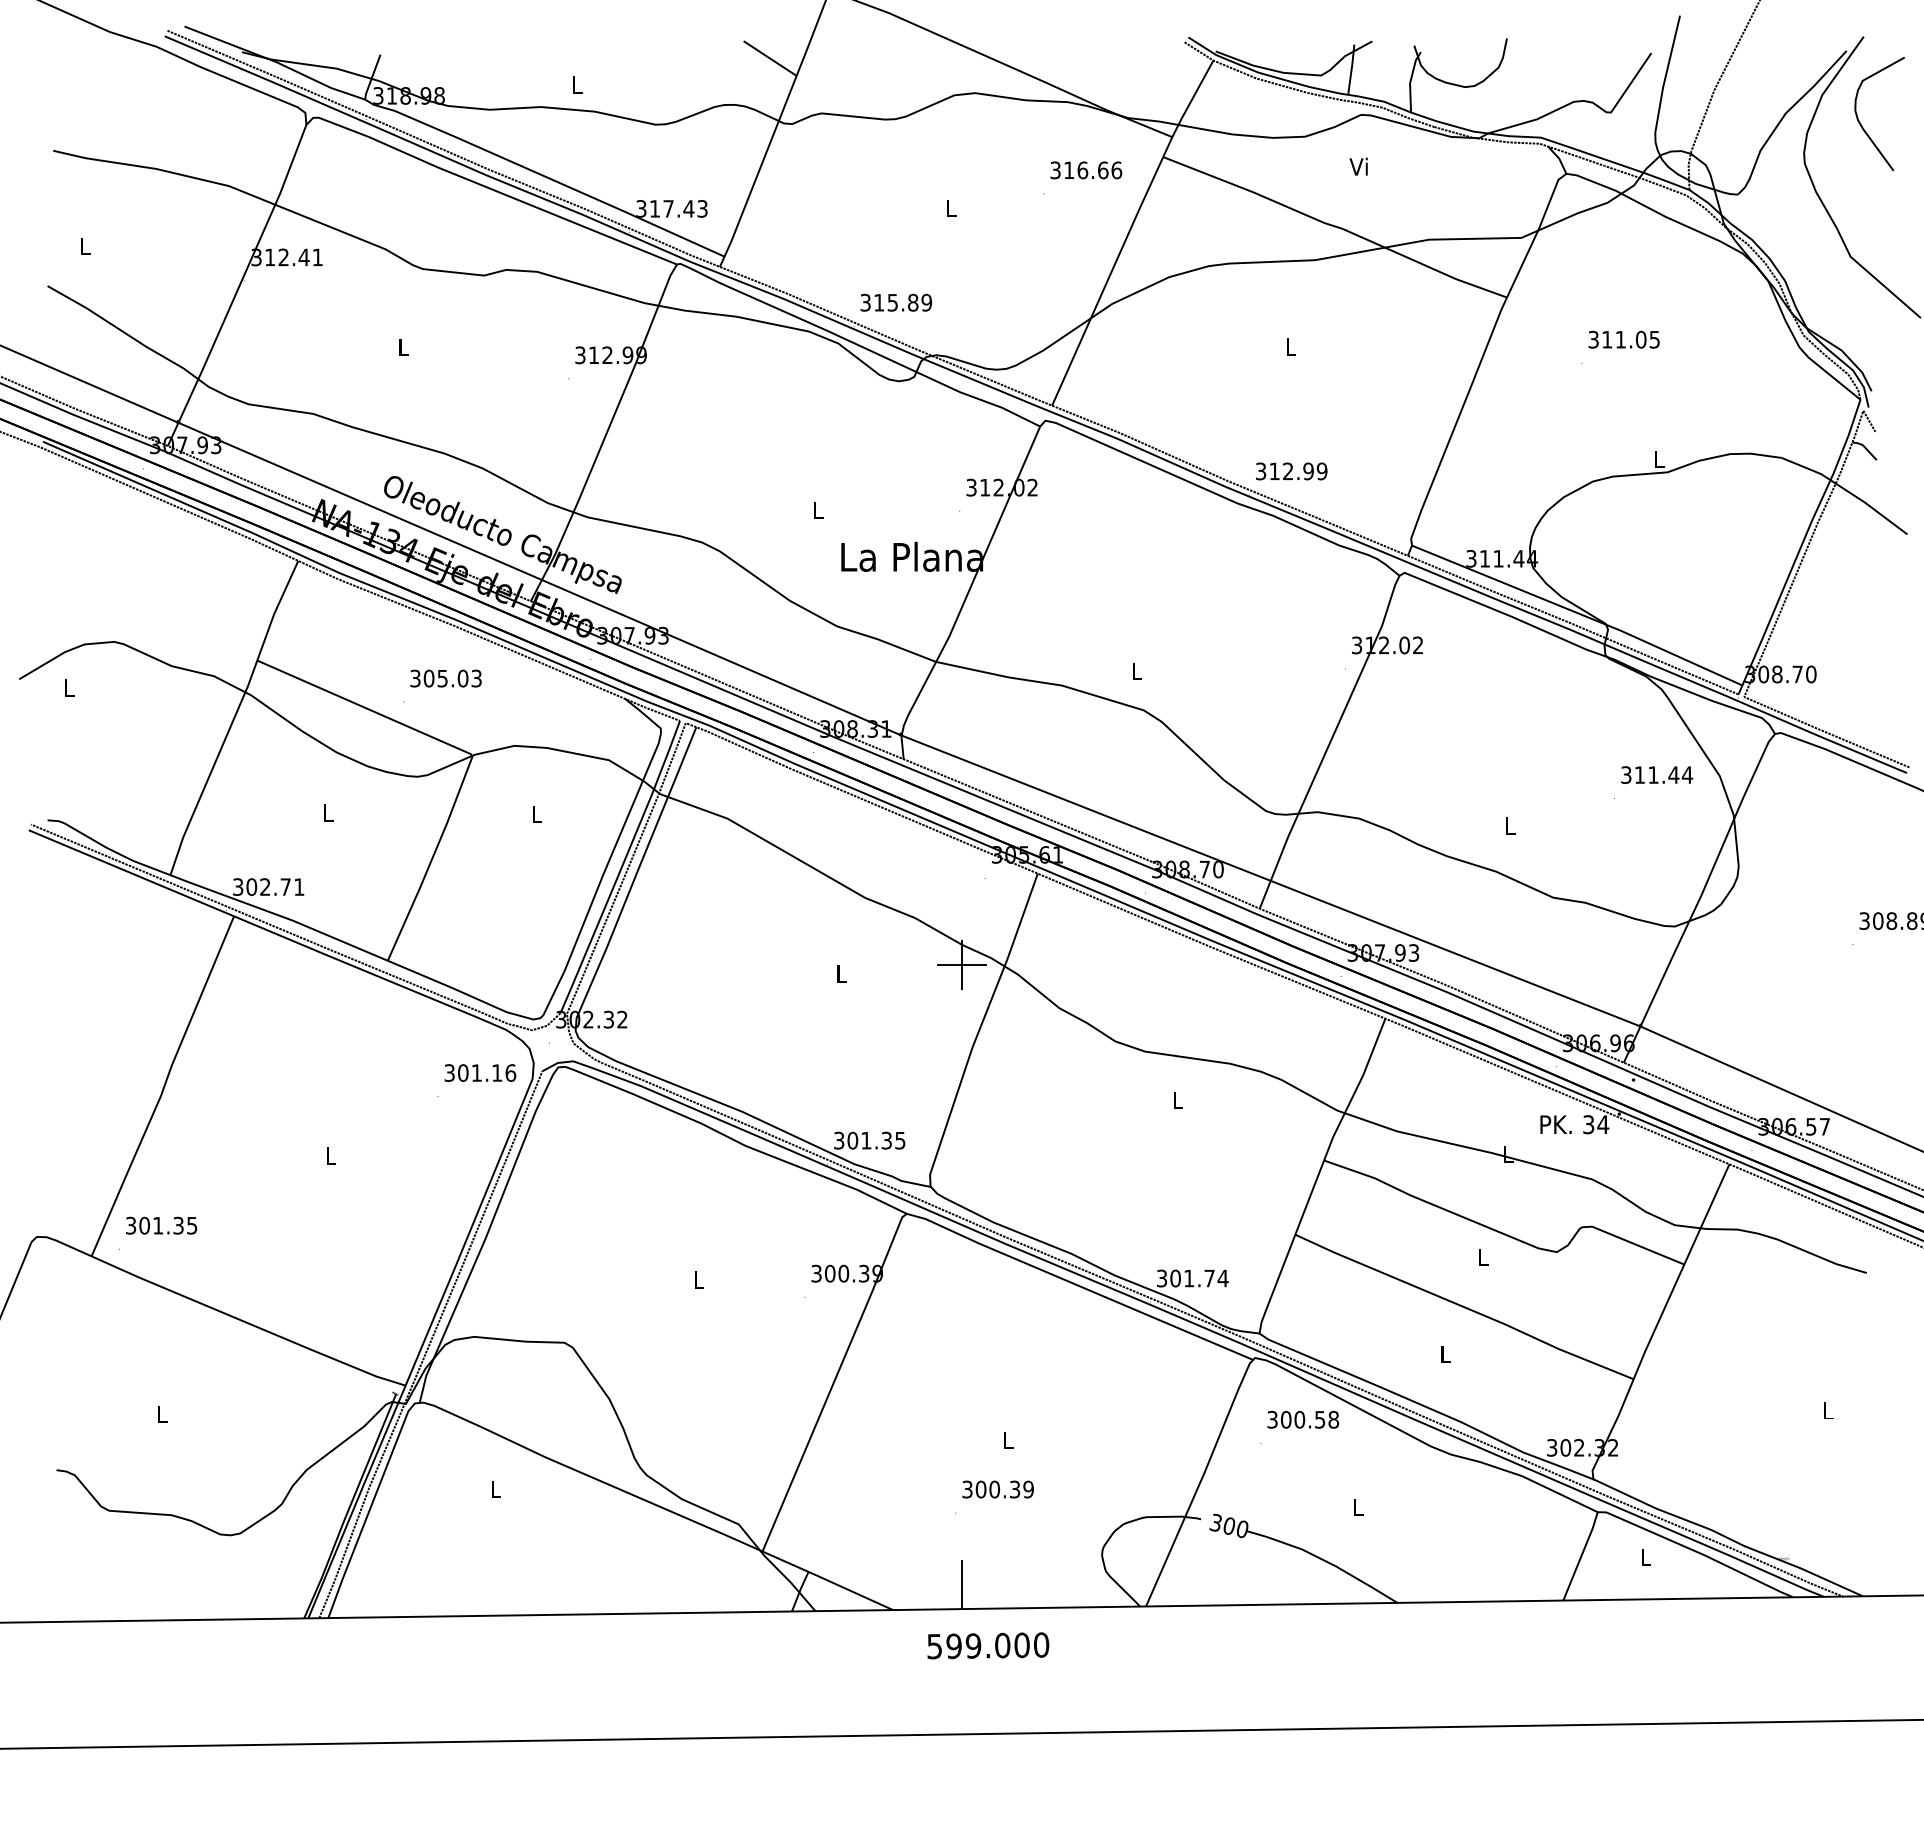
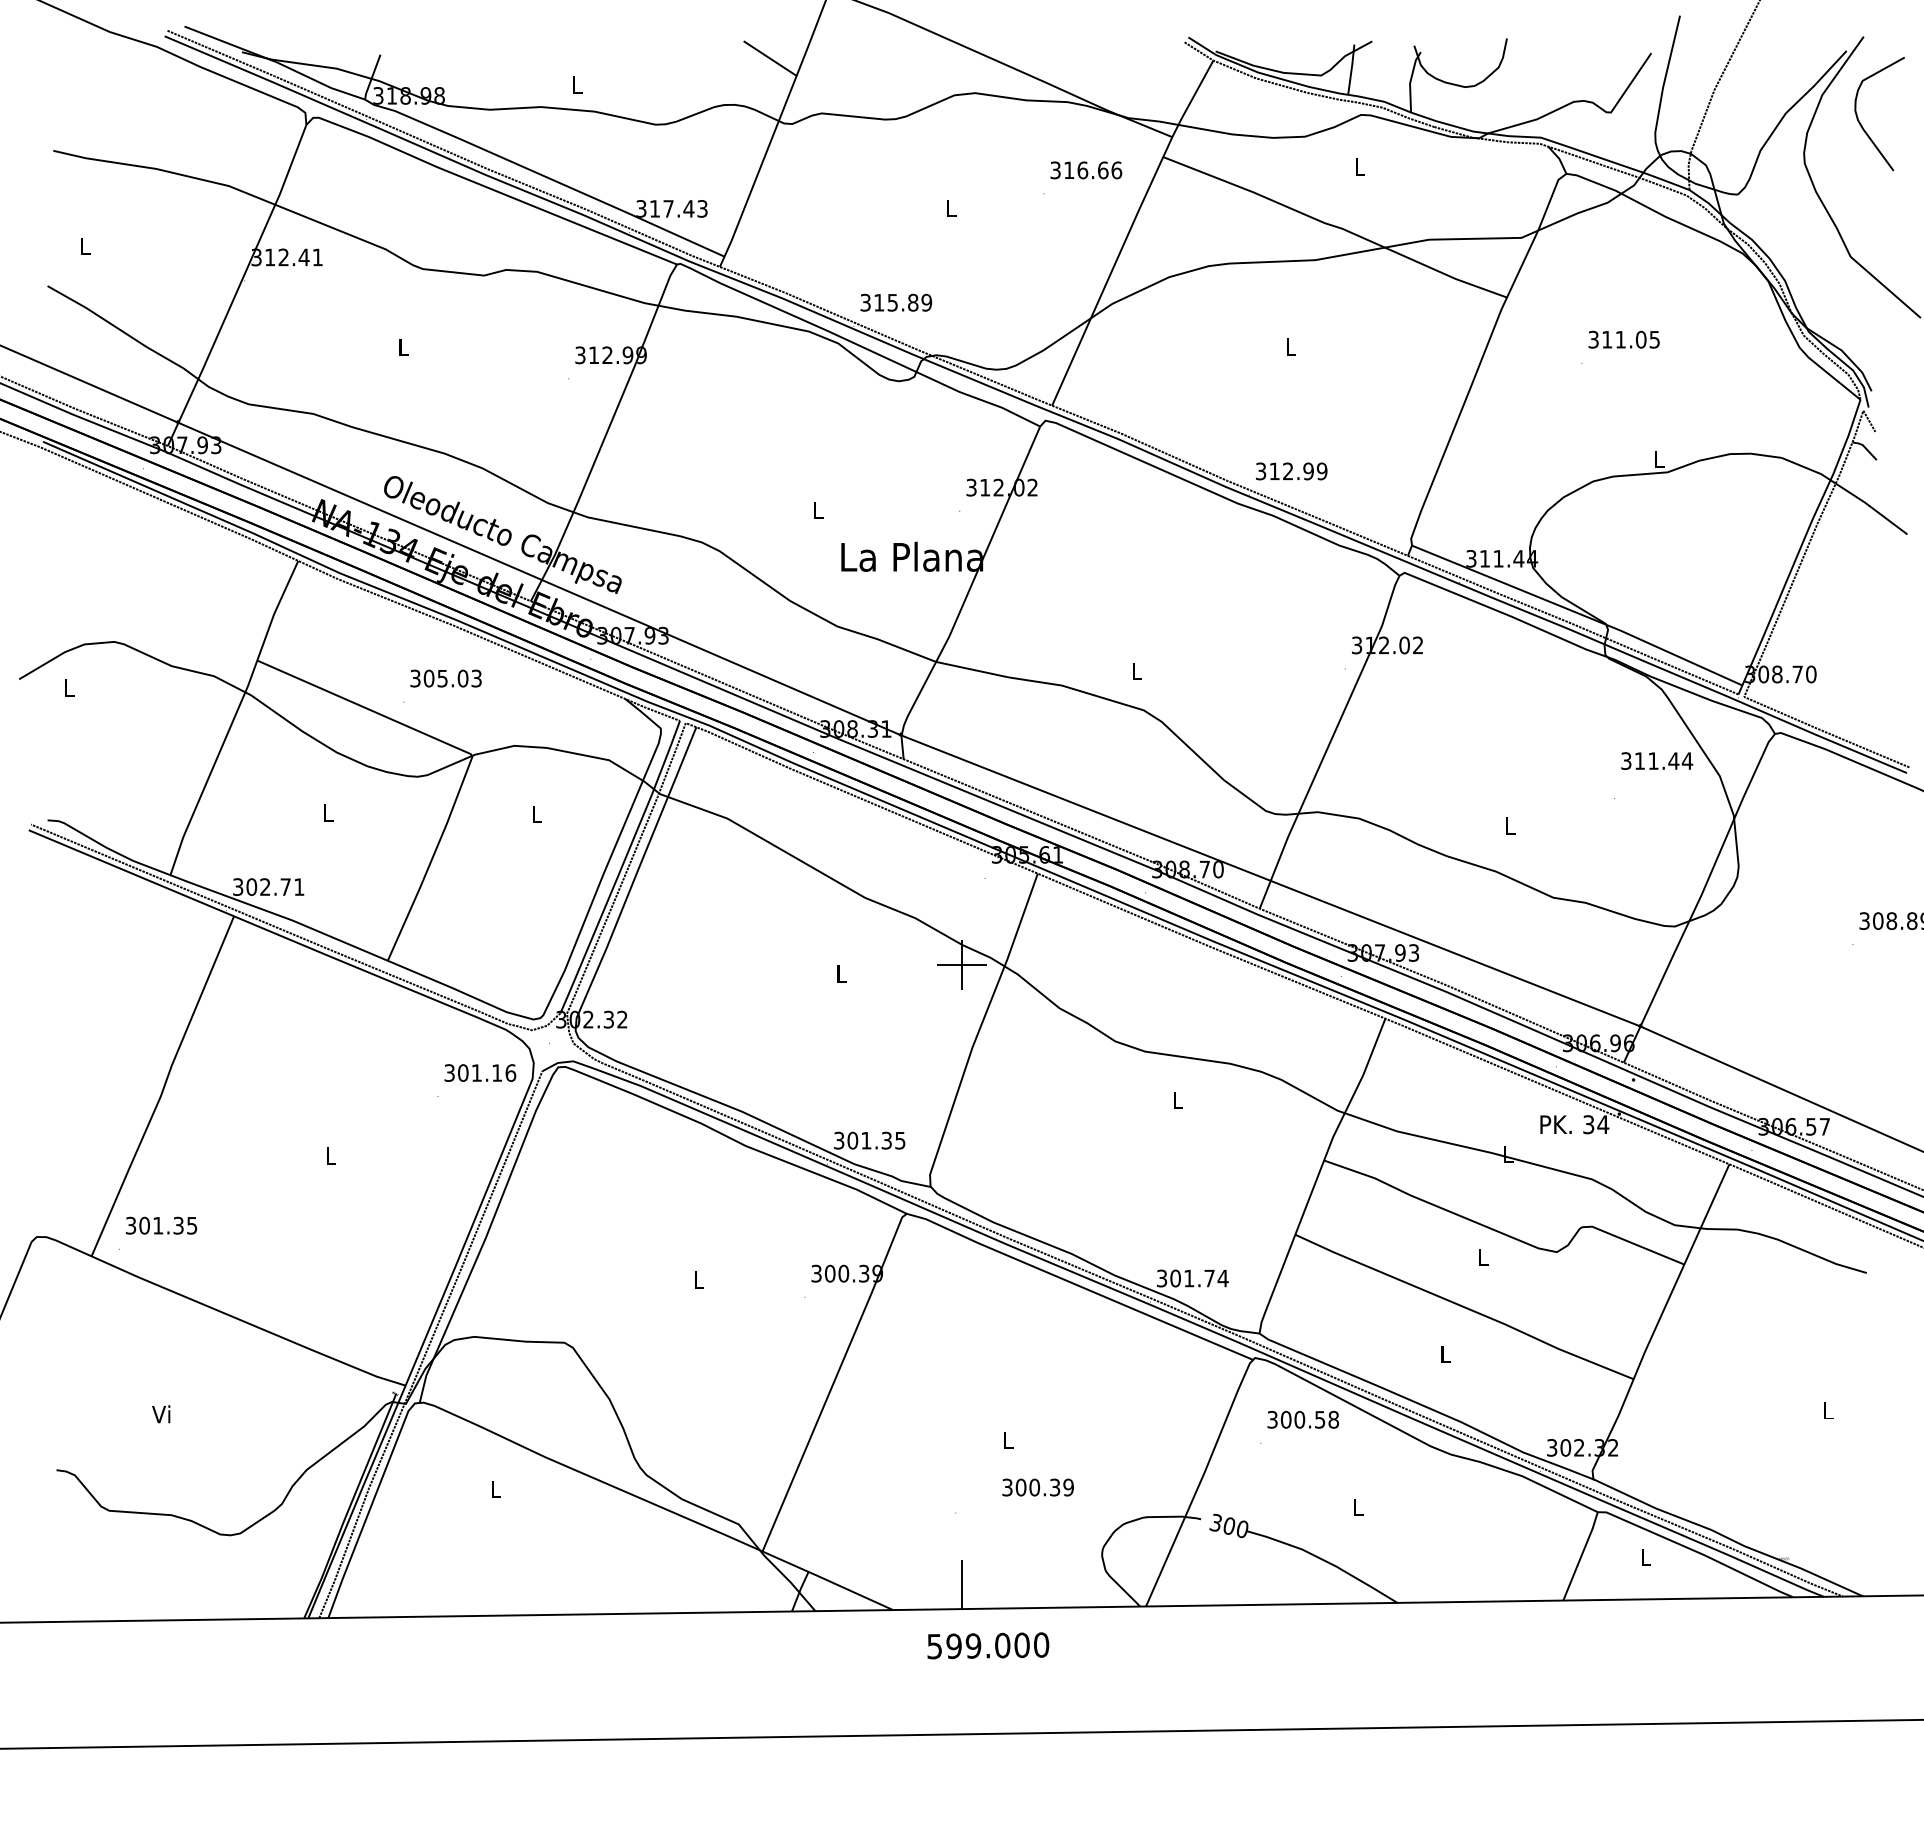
text at (1358, 166): Vi -> L
text at (1657, 774) position: (1657, 774) -> (1657, 760)
text at (161, 1414): L -> Vi
text at (997, 1489) position: (997, 1489) -> (1037, 1487)
